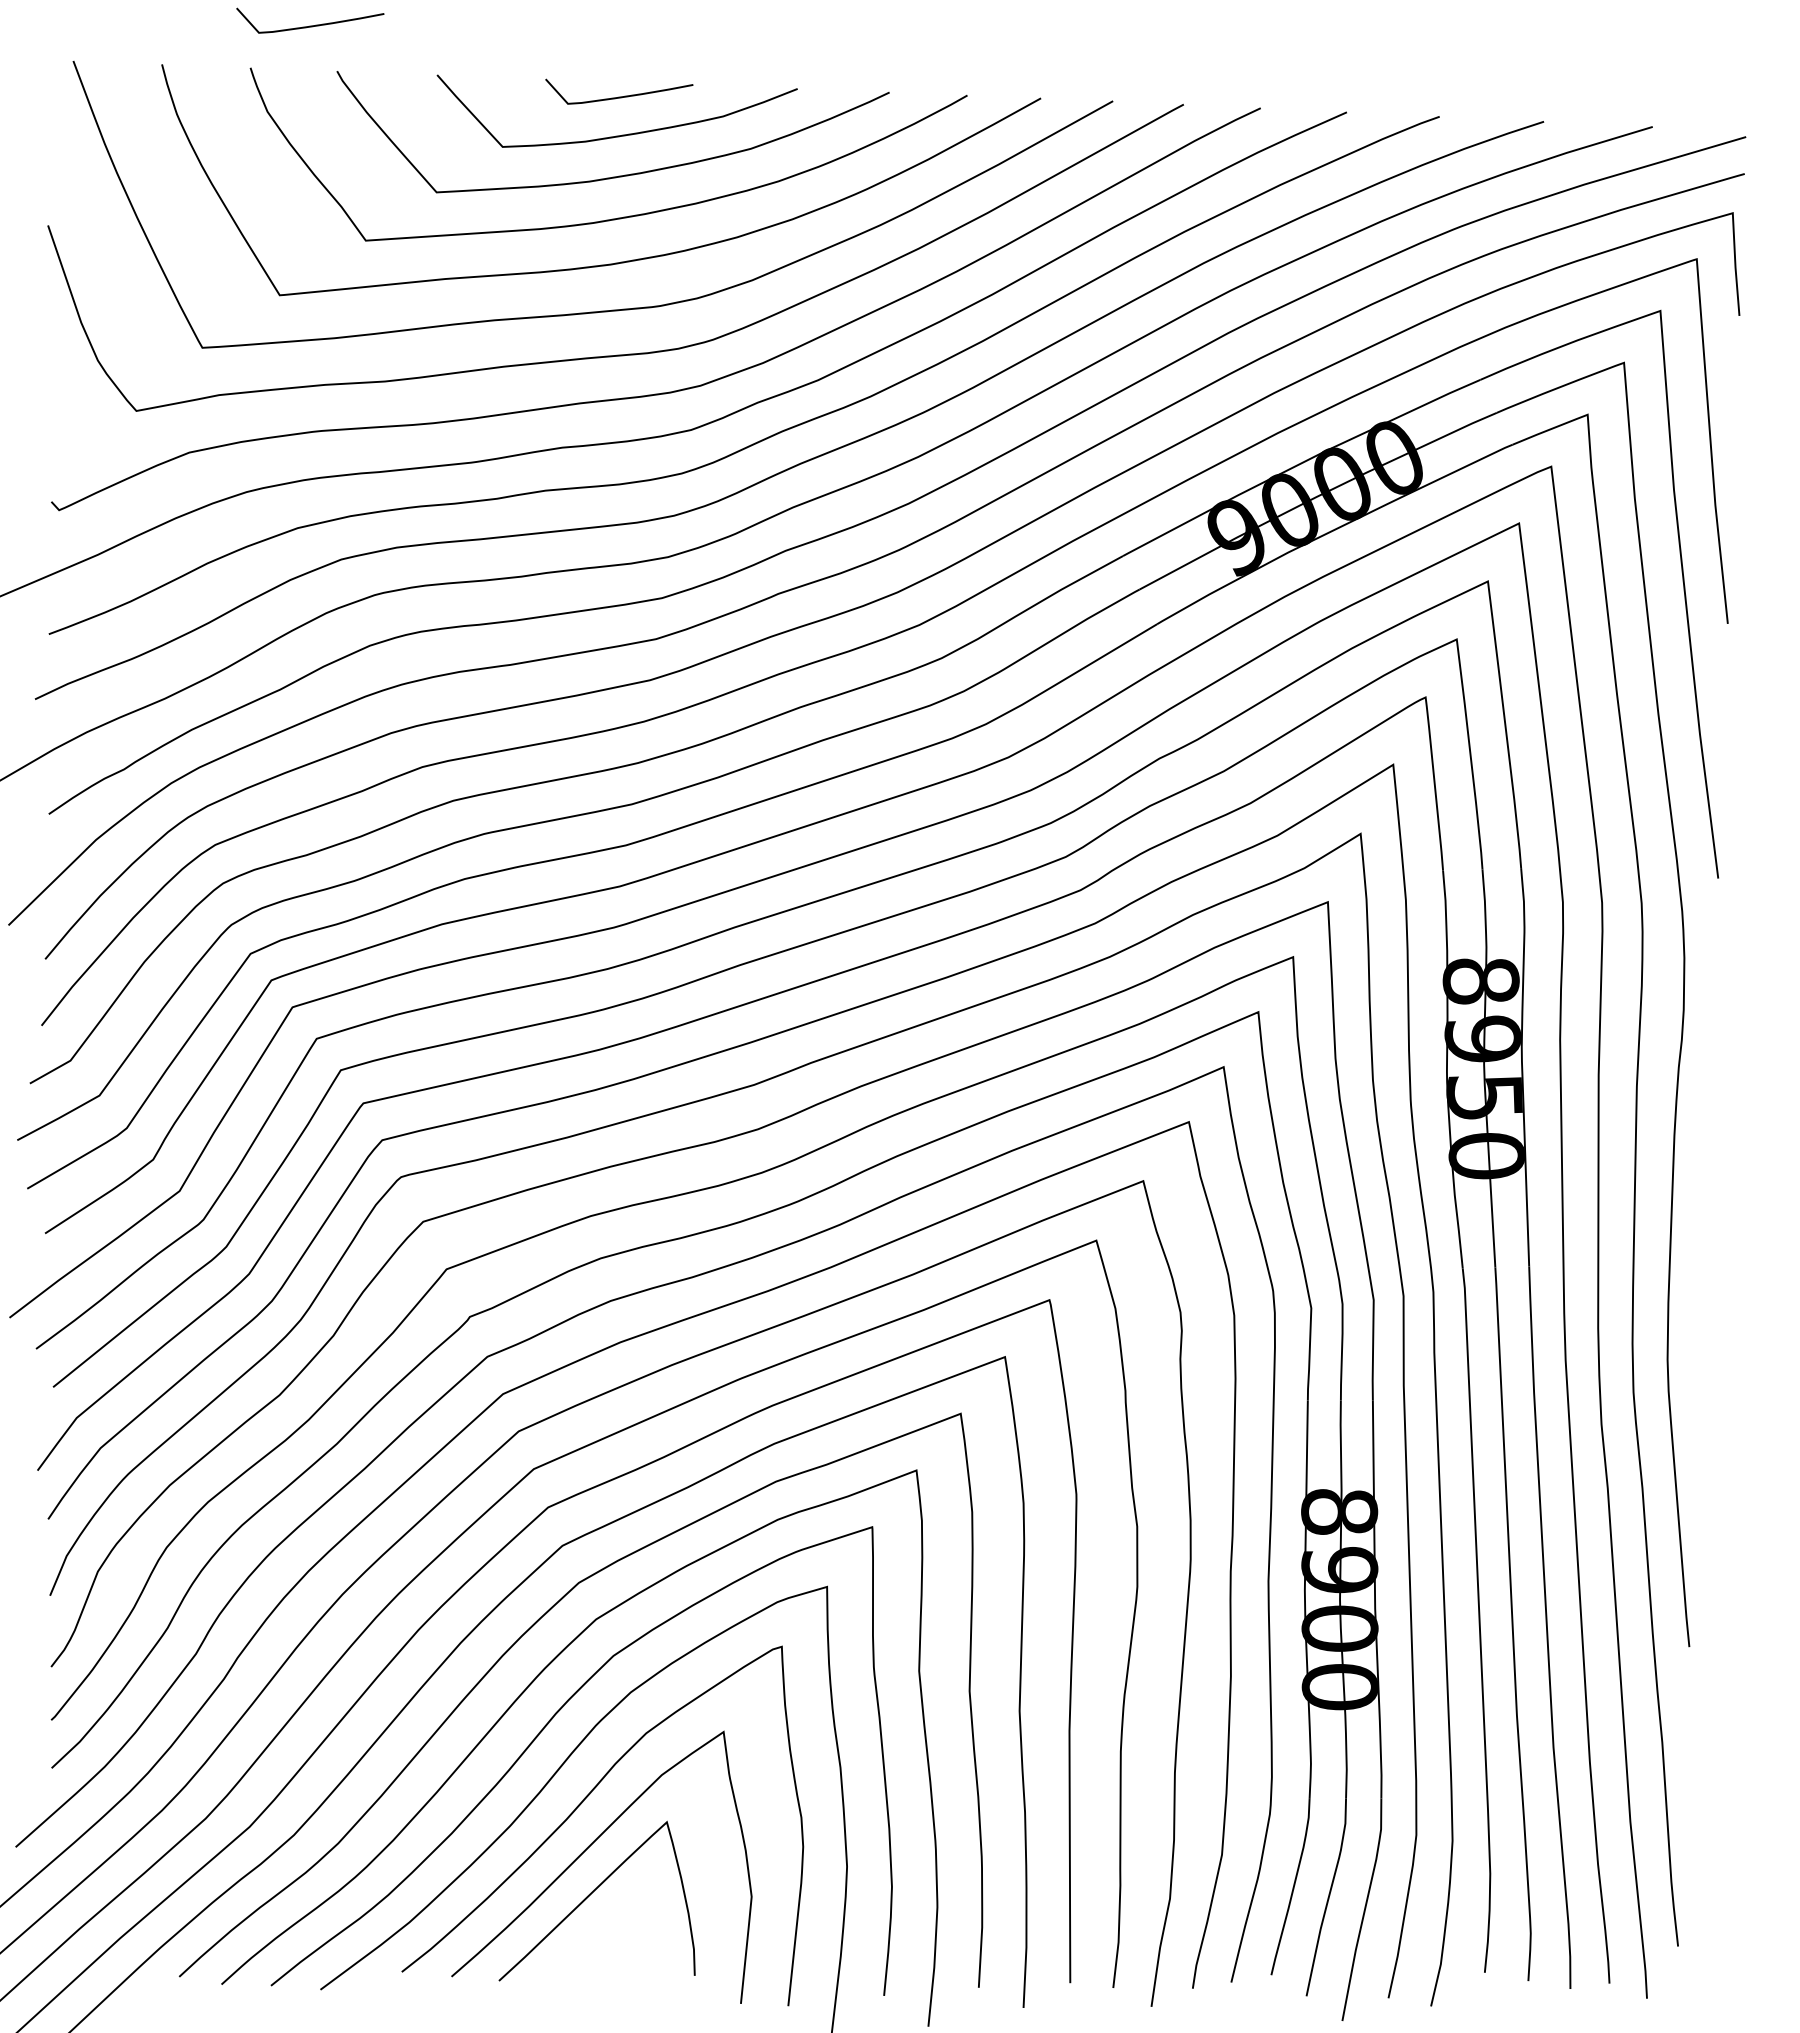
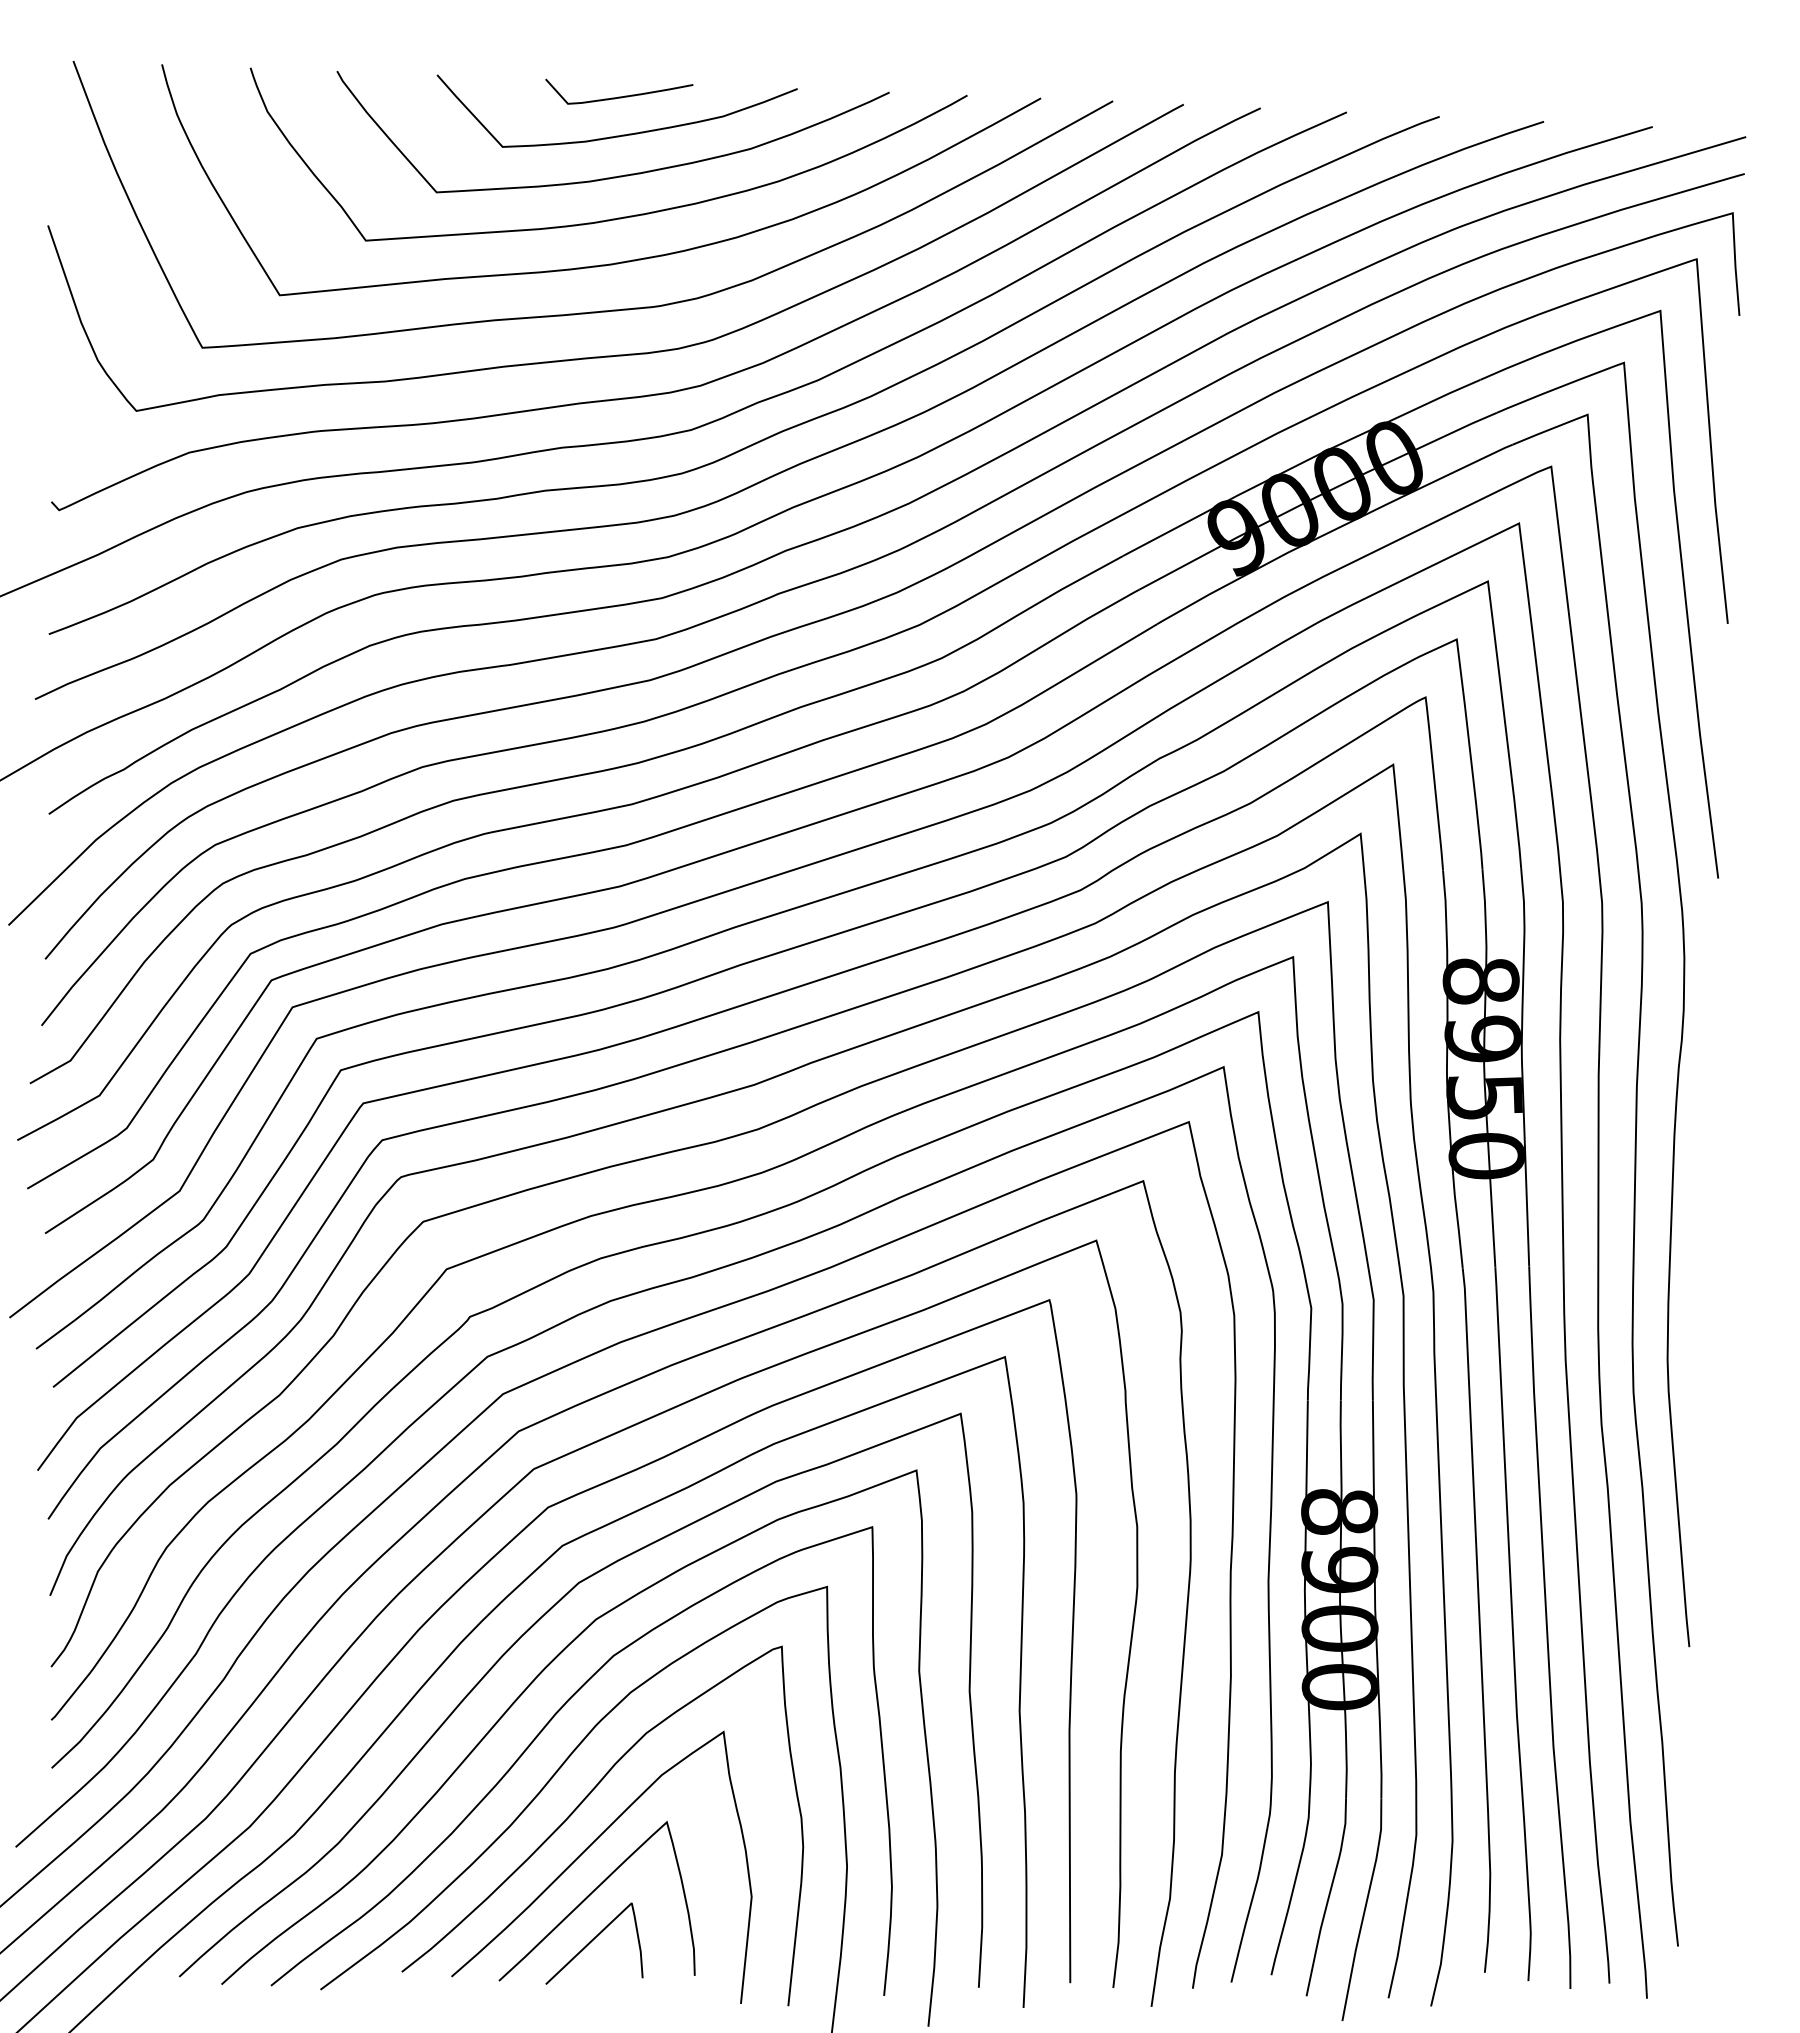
curve at (310, 25): present -> none
curve at (592, 1941): none -> present
